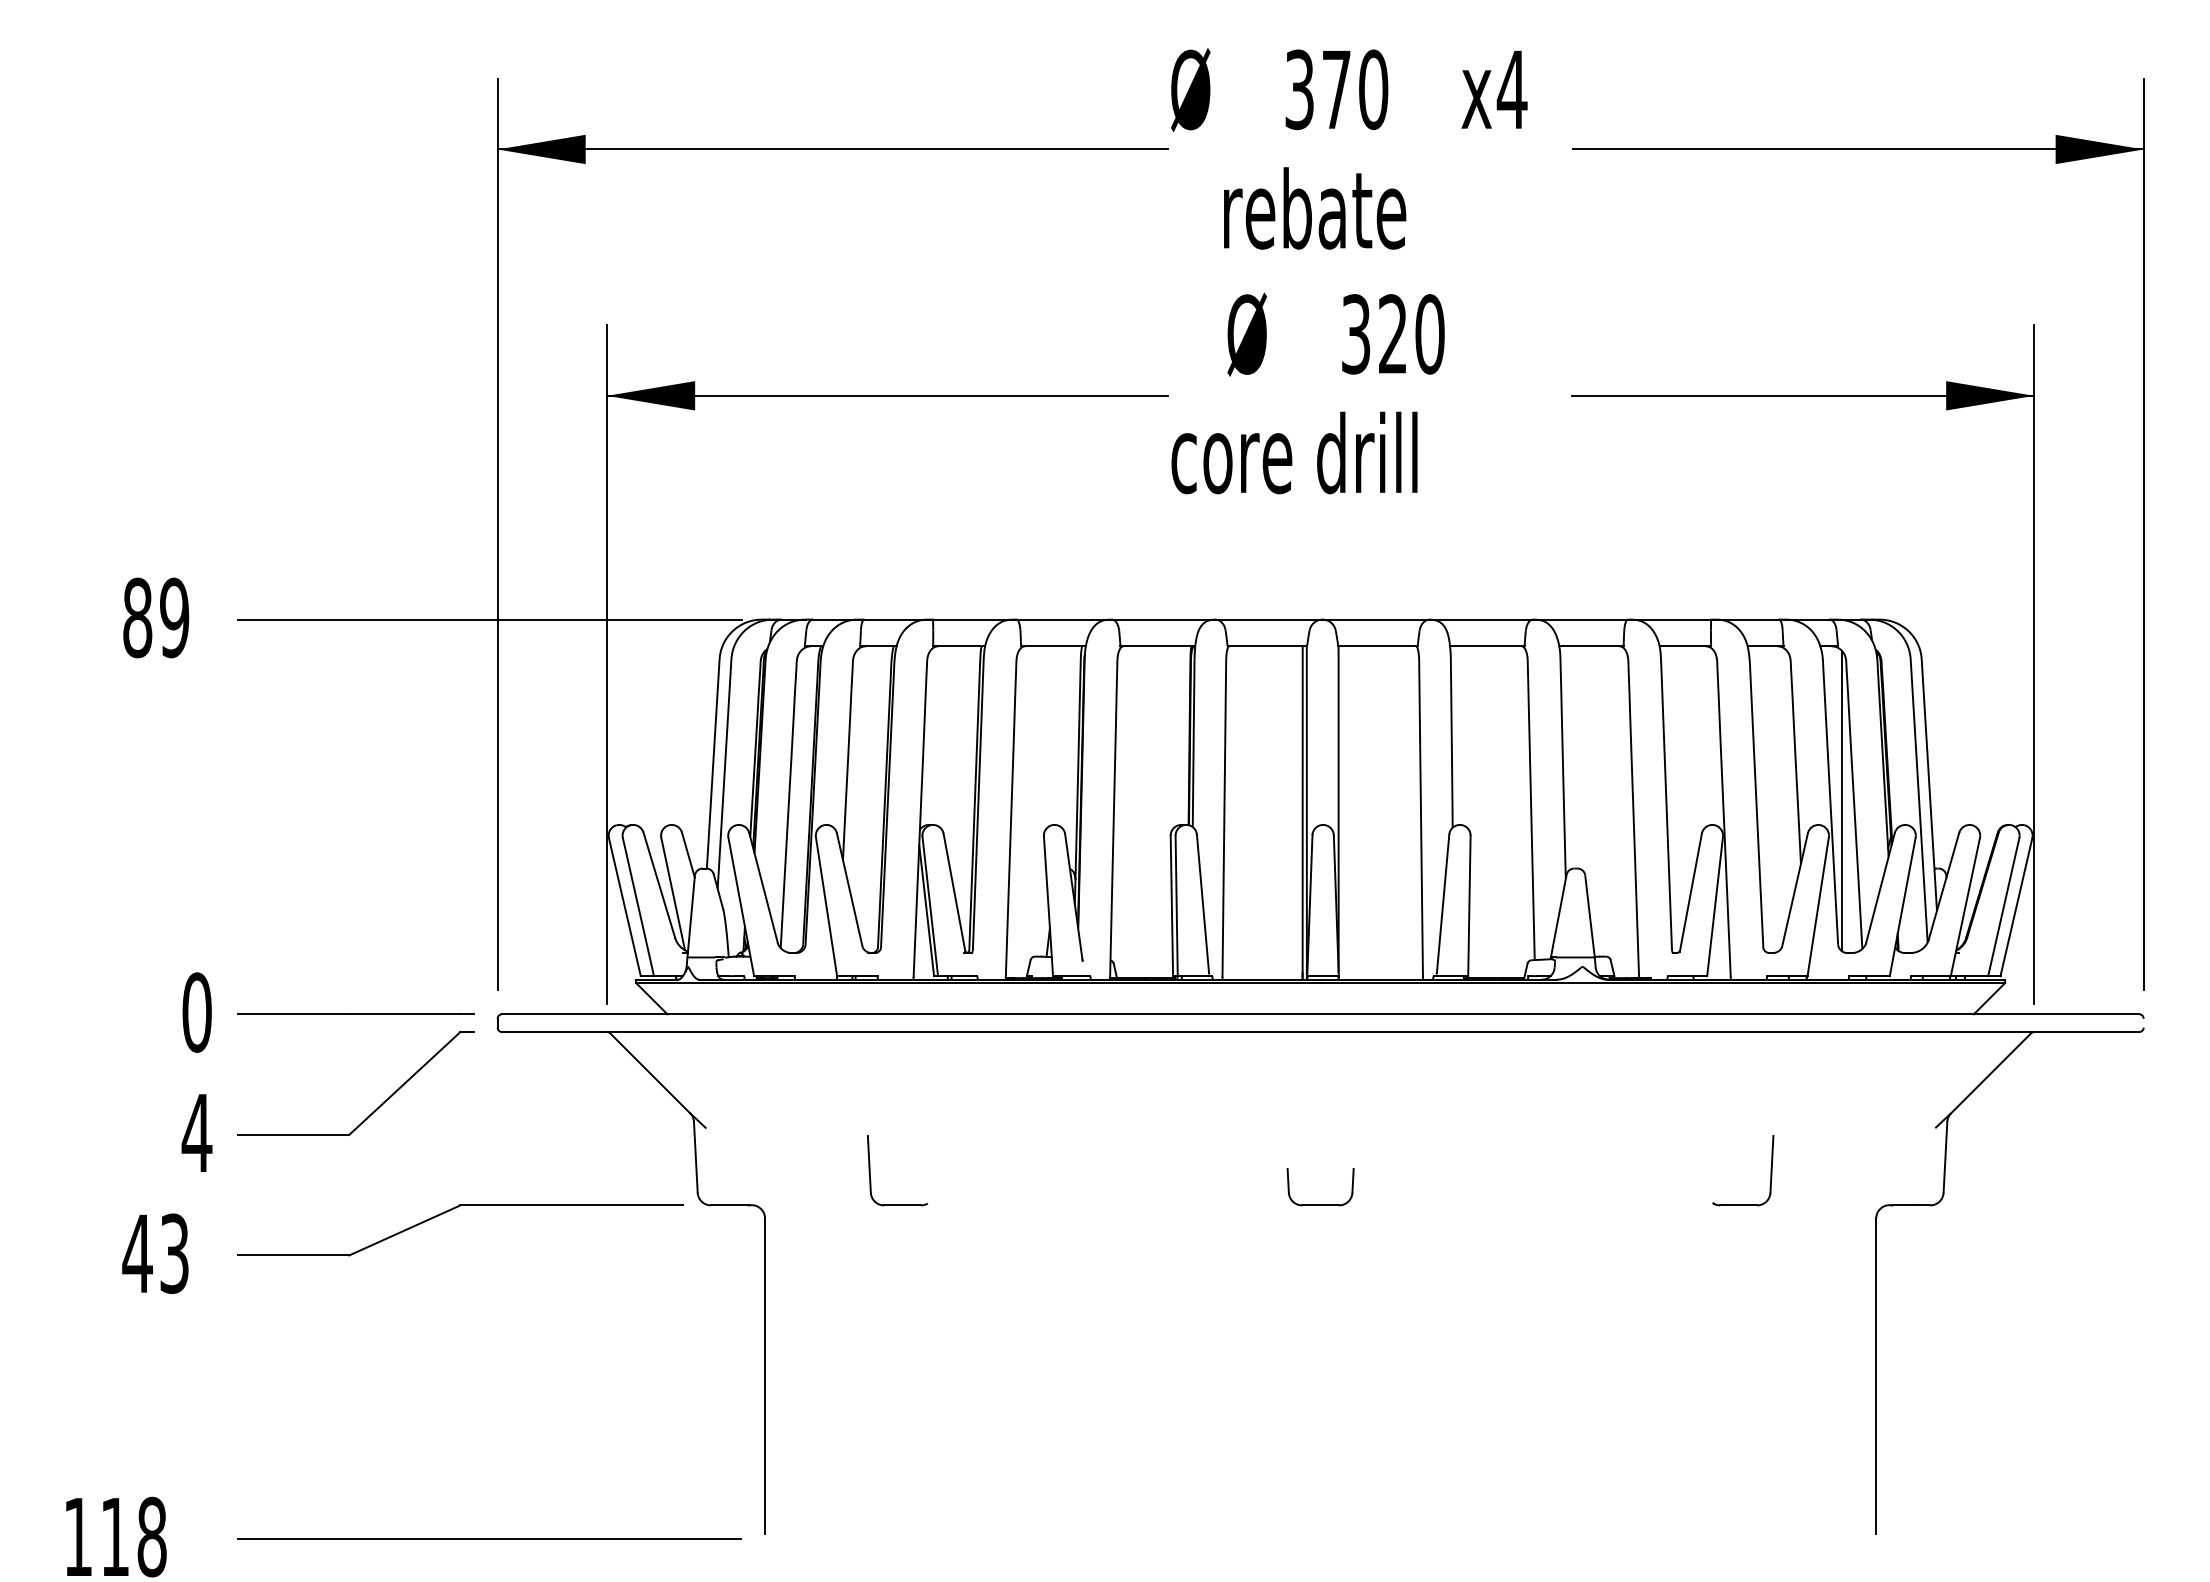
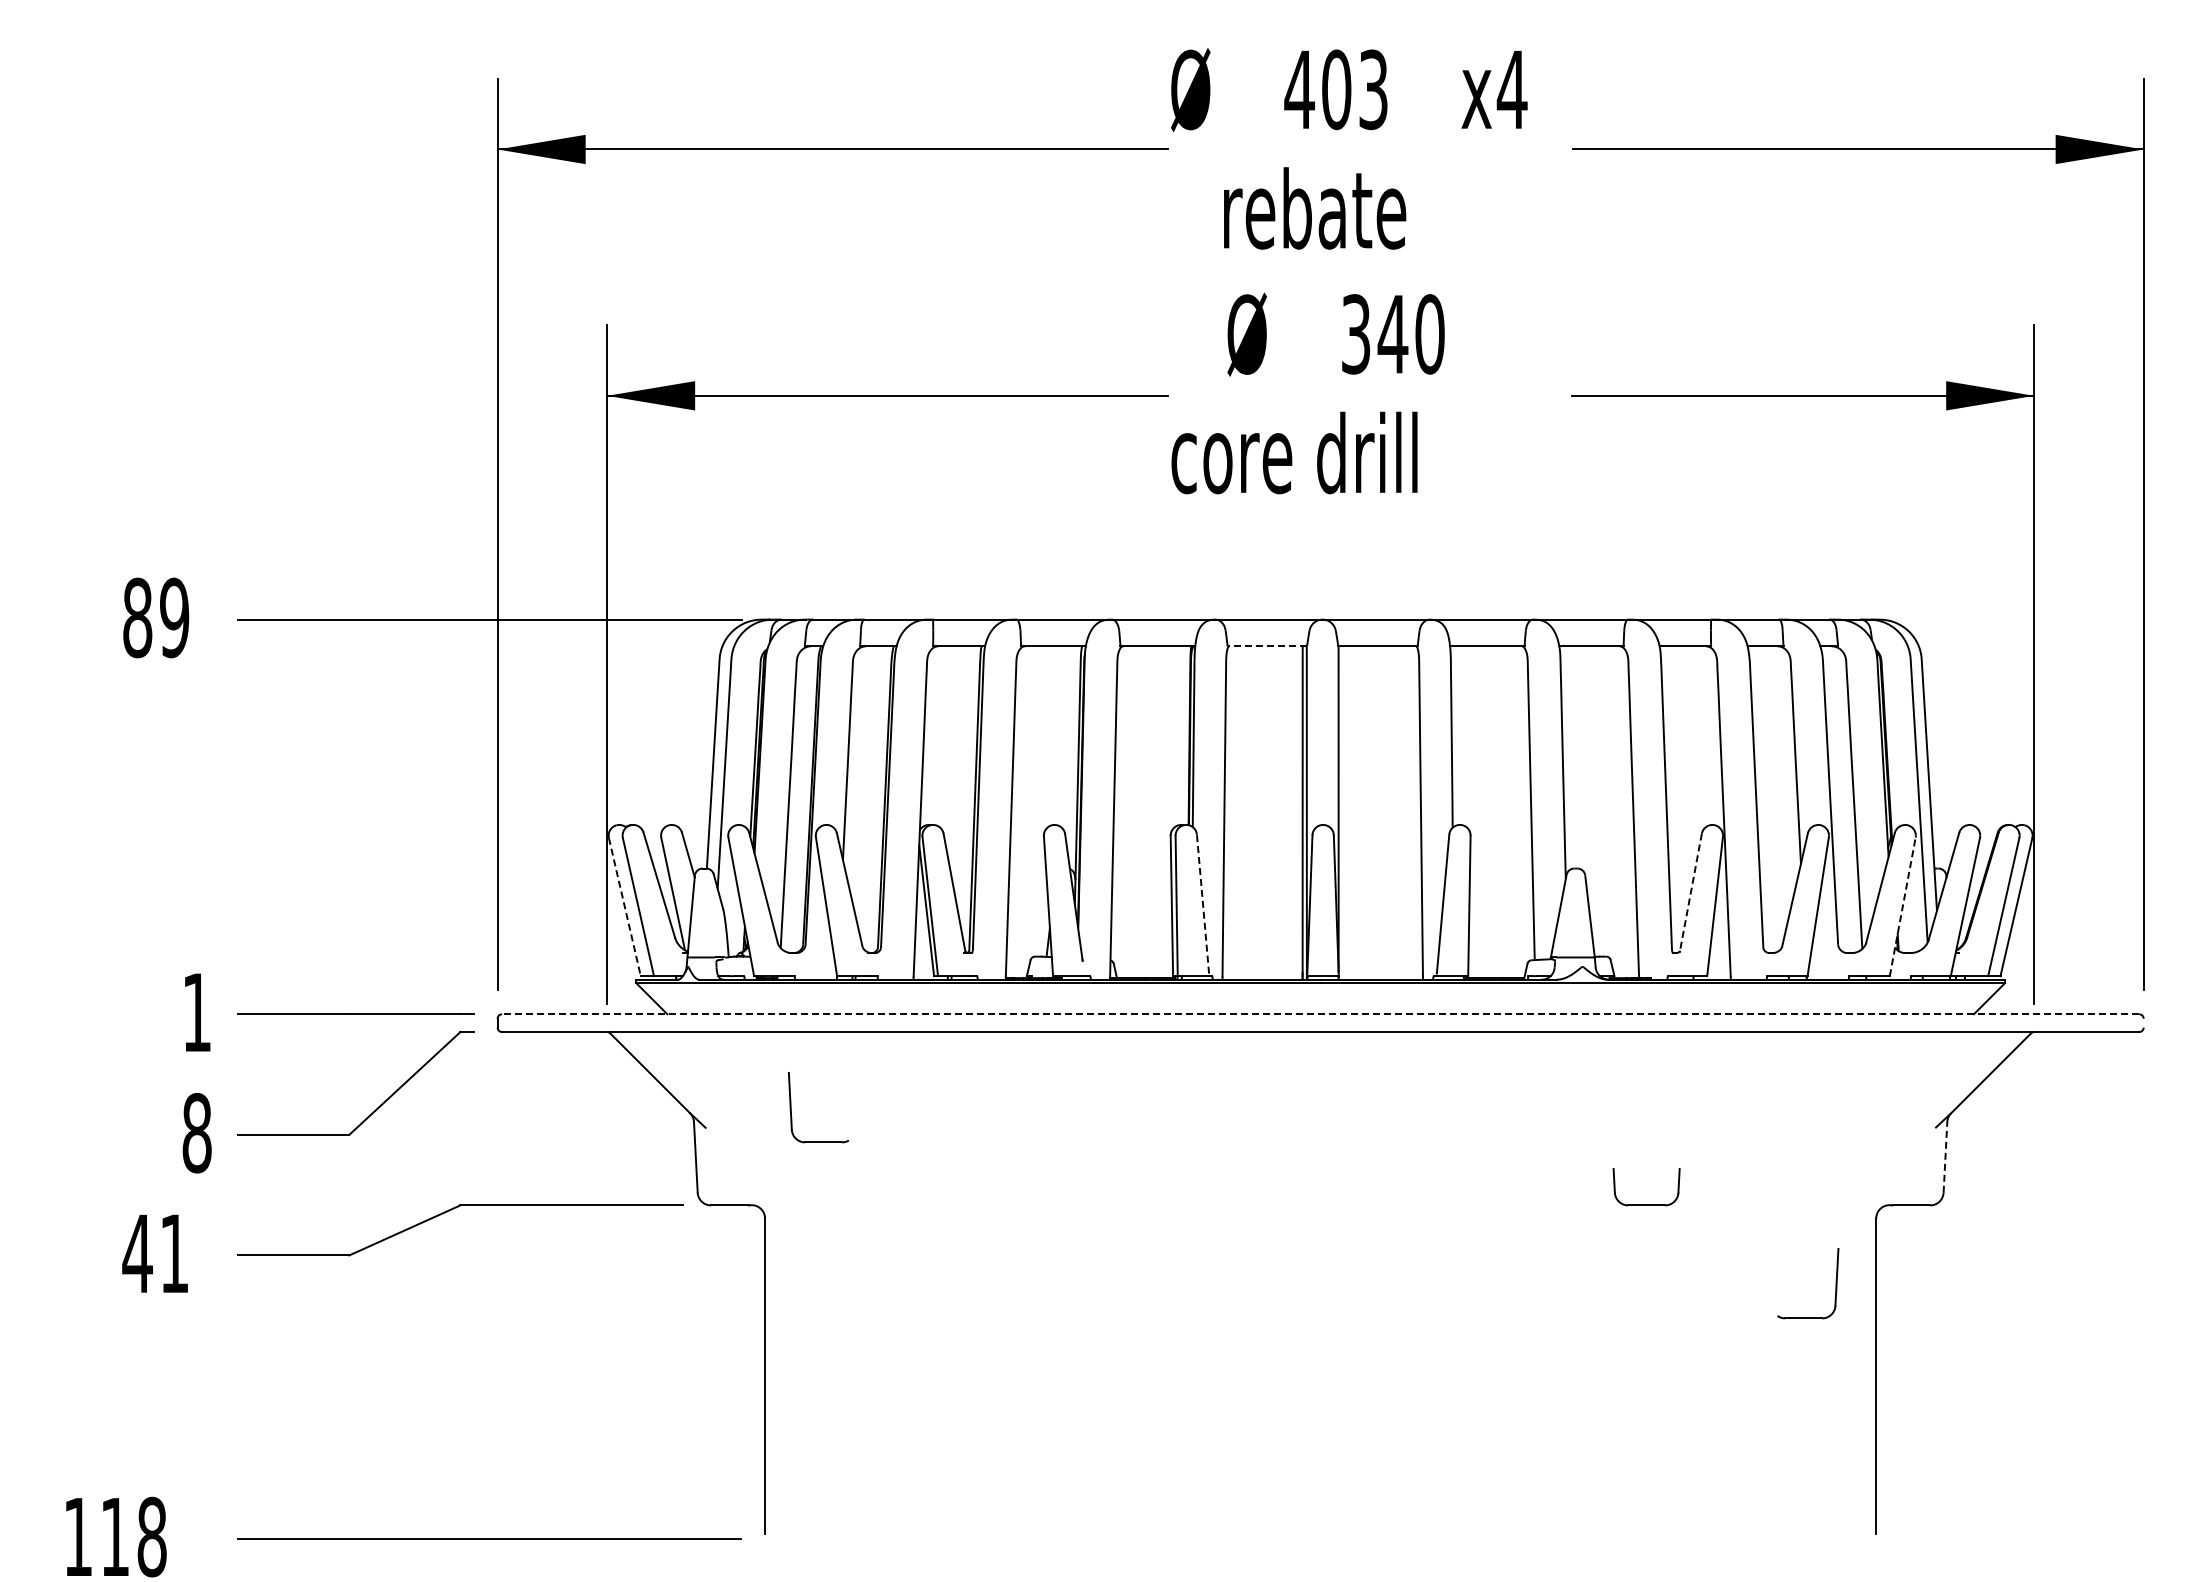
text at (1336, 89): 370 -> 403
text at (1392, 333): 320 -> 340
line at (1267, 646): solid -> dashed
line at (1842, 801): present -> none
line at (1690, 893): solid -> dashed
line at (1203, 904): solid -> dashed
line at (1902, 906): solid -> dashed
line at (624, 907): solid -> dashed
text at (196, 1012): 0 -> 1
line at (1320, 1014): solid -> dashed
text at (196, 1132): 4 -> 8
line at (1945, 1156): solid -> dashed
part at (870, 1170) position: (870, 1170) -> (791, 1107)
part at (1770, 1170) position: (1770, 1170) -> (1835, 1283)
part at (1320, 1204) position: (1320, 1204) -> (1646, 1204)
text at (174, 1253): 43 -> 41
